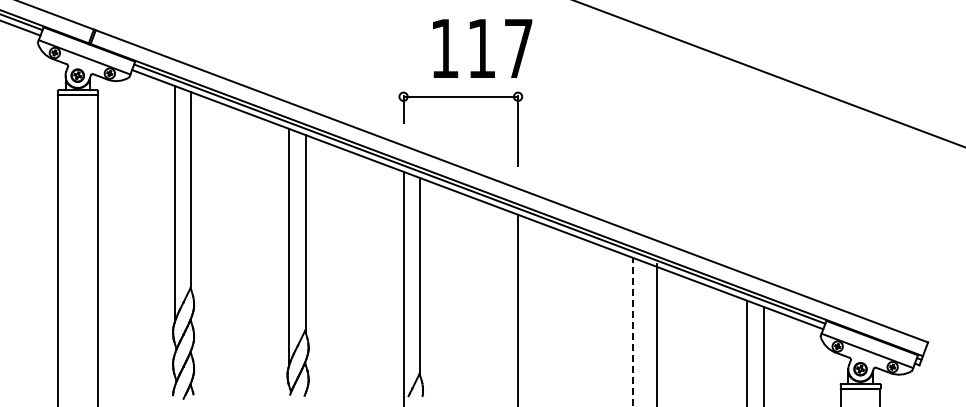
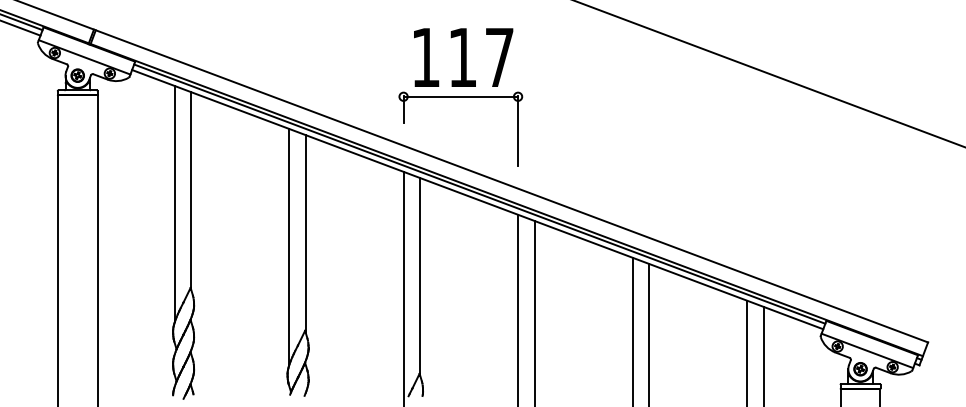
text at (482, 48) position: (482, 48) -> (463, 57)
line at (534, 311): none -> present
line at (632, 331): dashed -> solid
line at (657, 333) position: (657, 333) -> (649, 333)
